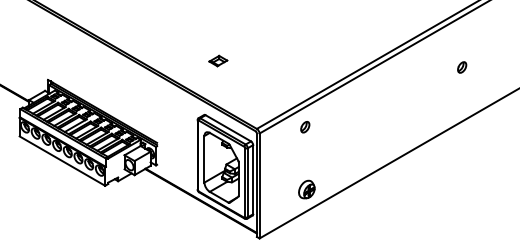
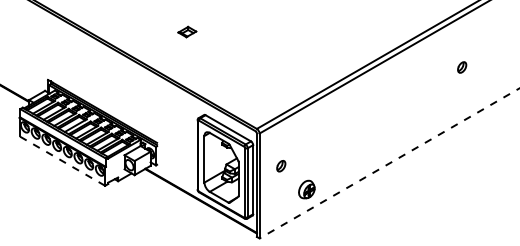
part at (218, 60) position: (218, 60) -> (187, 31)
part at (305, 127) position: (305, 127) -> (281, 166)
line at (62, 160): solid -> dashed
line at (389, 163): solid -> dashed
